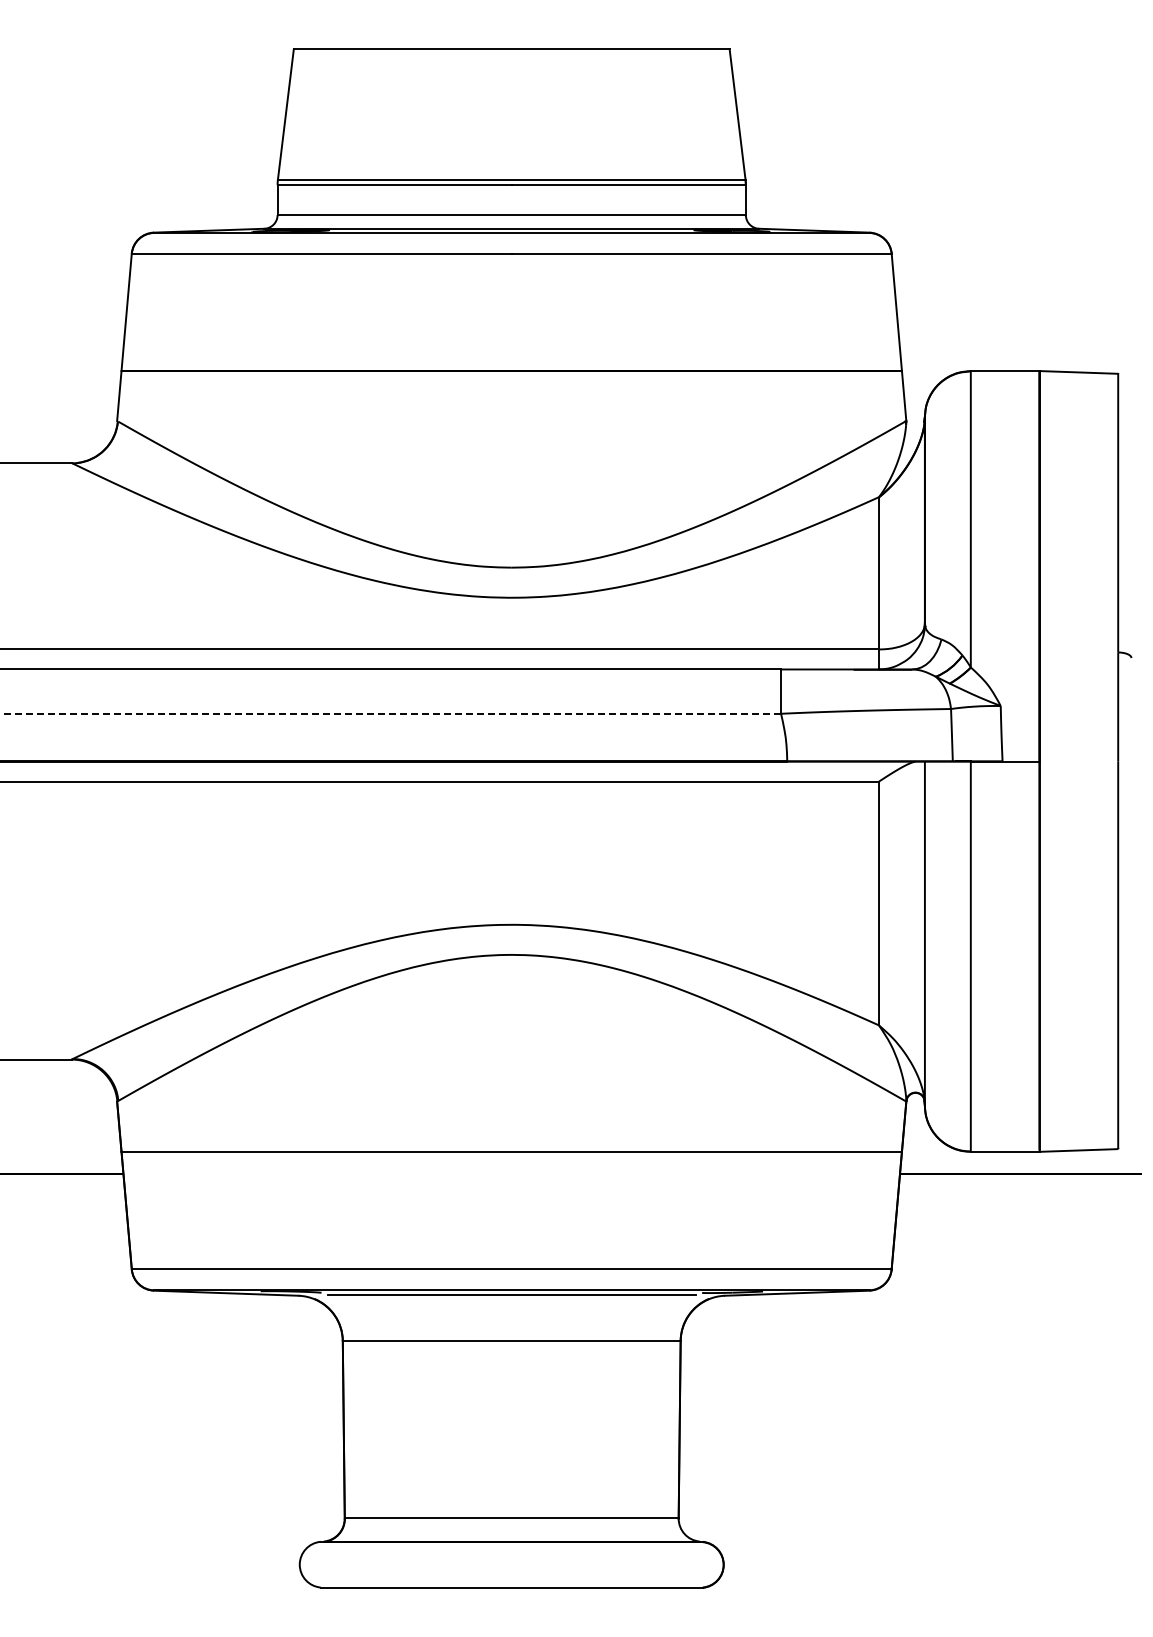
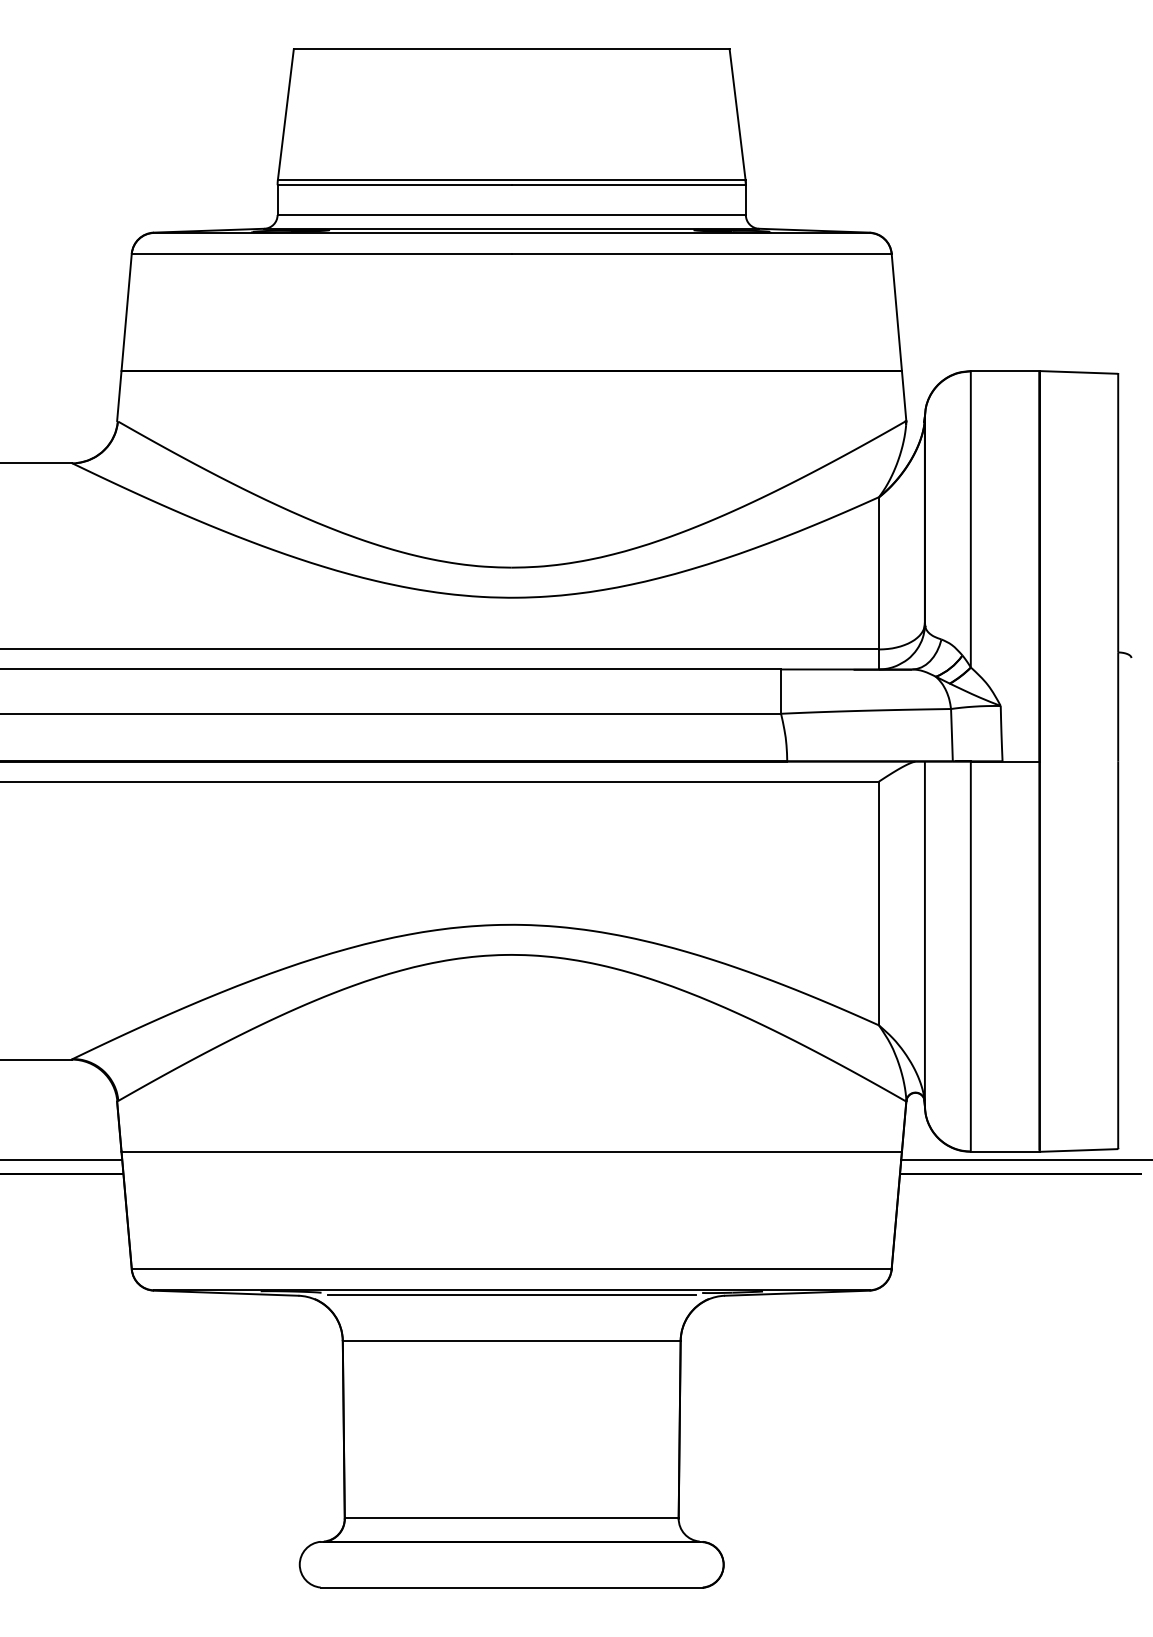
line at (391, 713): dashed -> solid
line at (62, 1160): none -> present
line at (1025, 1160): none -> present
